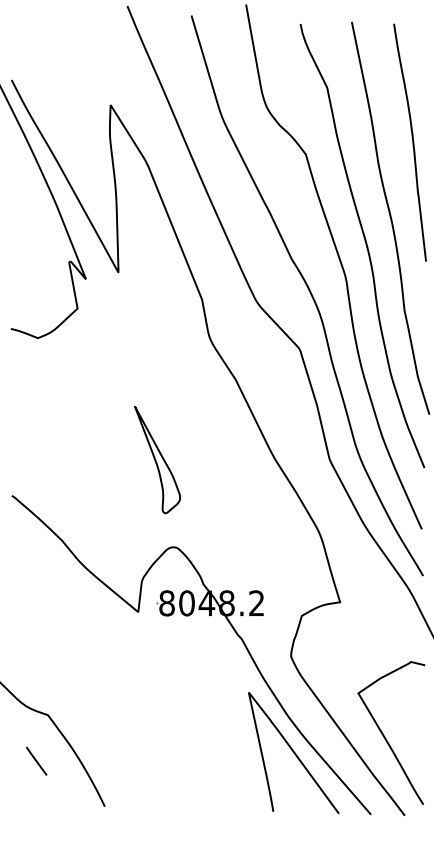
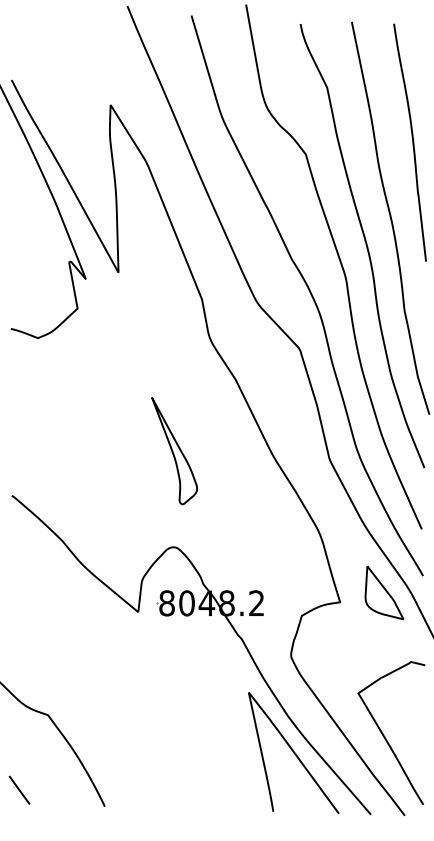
part at (157, 460) position: (157, 460) -> (174, 451)
part at (384, 593): none -> present
line at (36, 760) position: (36, 760) -> (19, 789)
